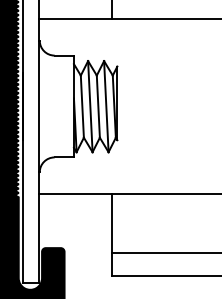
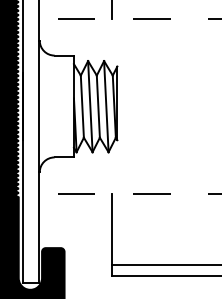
line at (129, 18): solid -> dashed
line at (129, 194): solid -> dashed
line at (164, 253) position: (164, 253) -> (164, 265)
